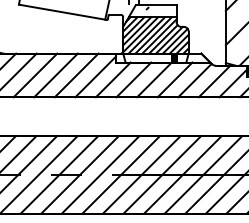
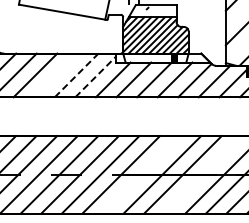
line at (55, 75): present -> none
line at (76, 75): solid -> dashed
line at (95, 77): solid -> dashed
line at (141, 174): present -> none
line at (203, 174): present -> none
